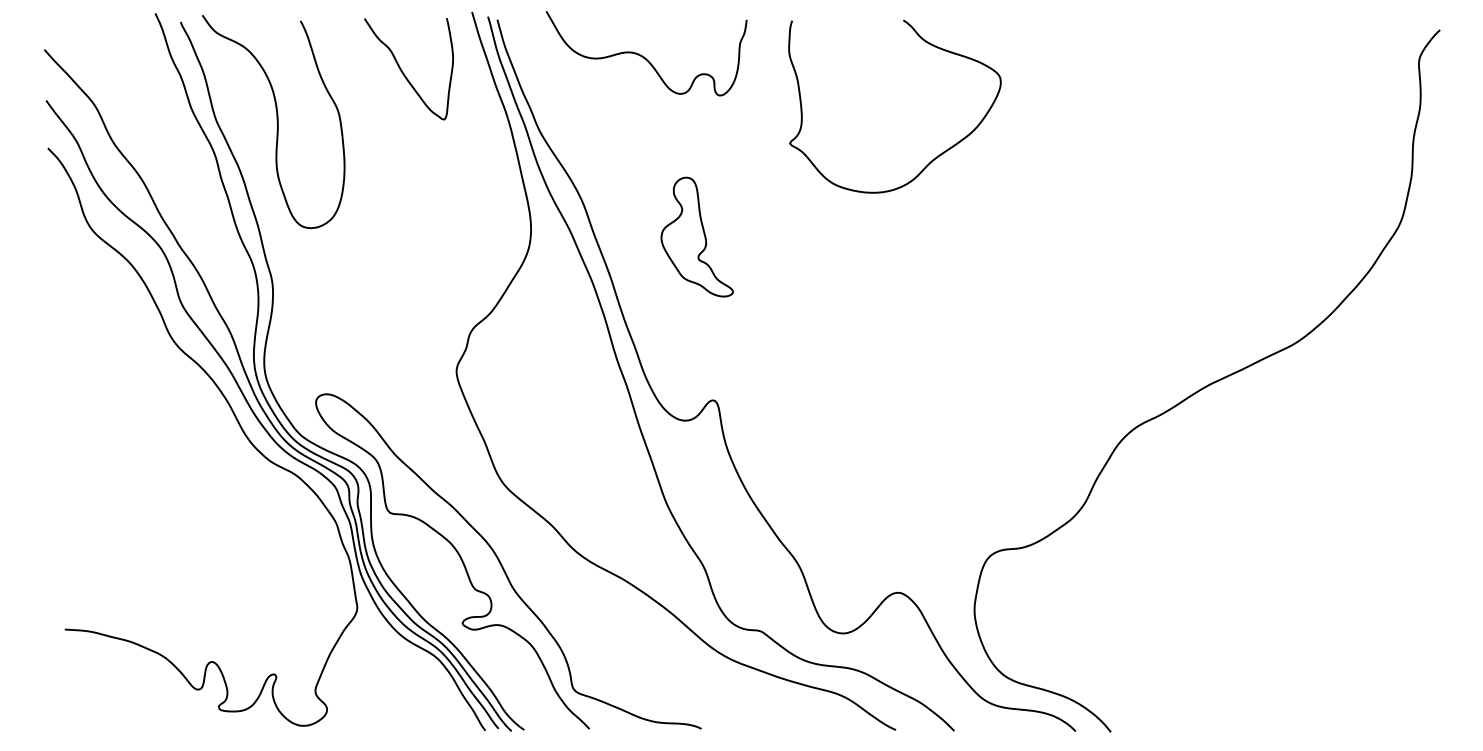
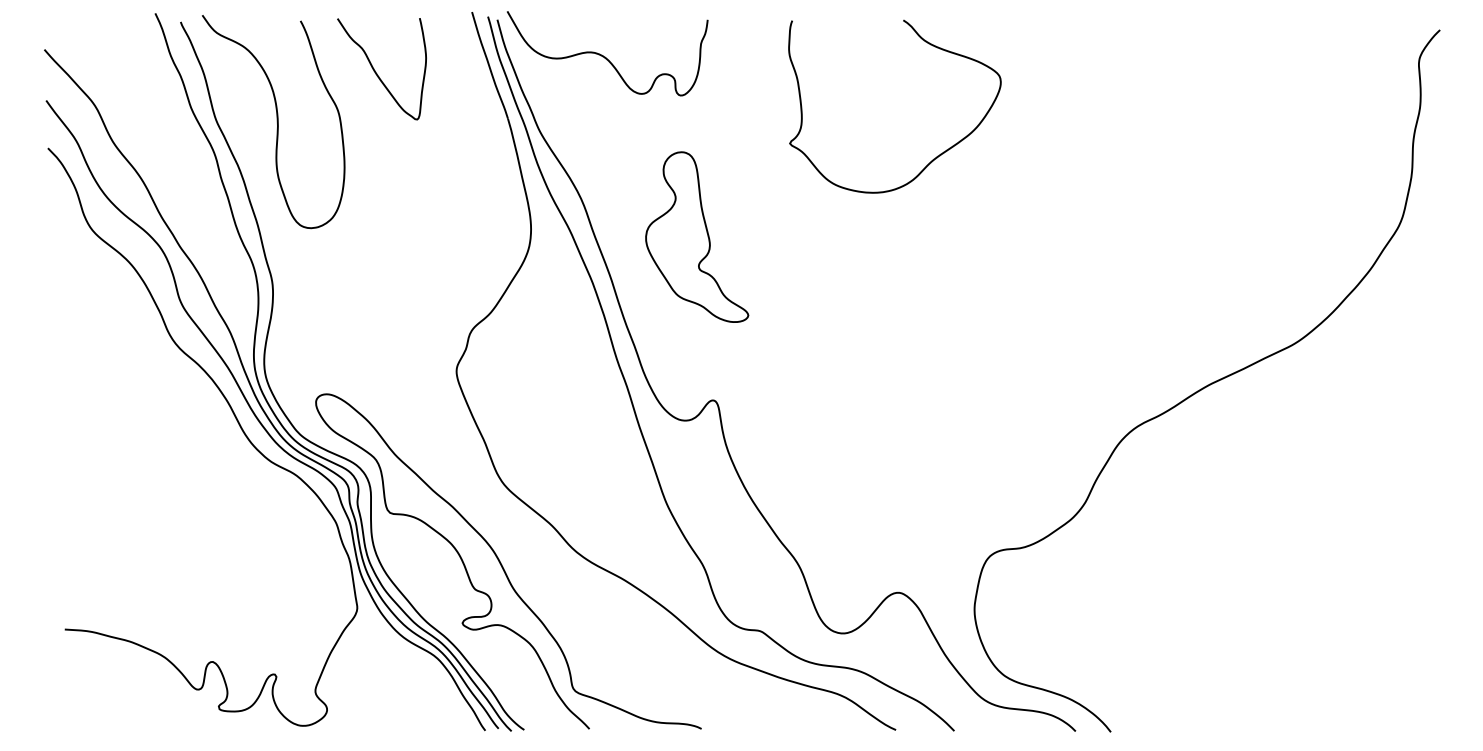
curve at (644, 56) position: (644, 56) -> (605, 56)
curve at (404, 73) position: (404, 73) -> (377, 73)
part at (696, 236) size: 74x122 px -> 105x172 px
